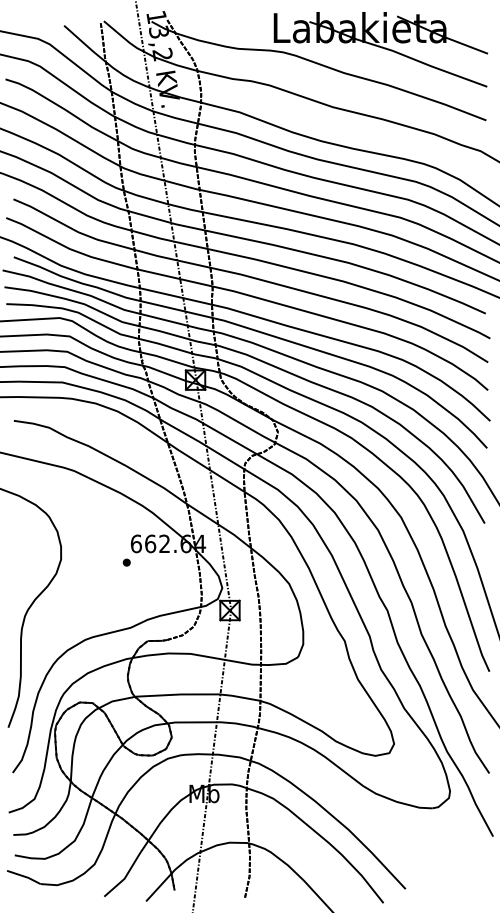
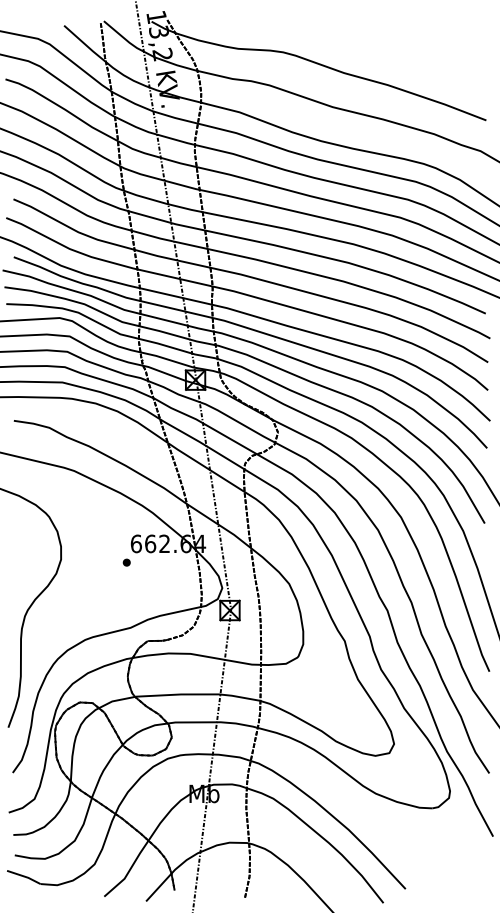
part at (380, 49): present -> none
